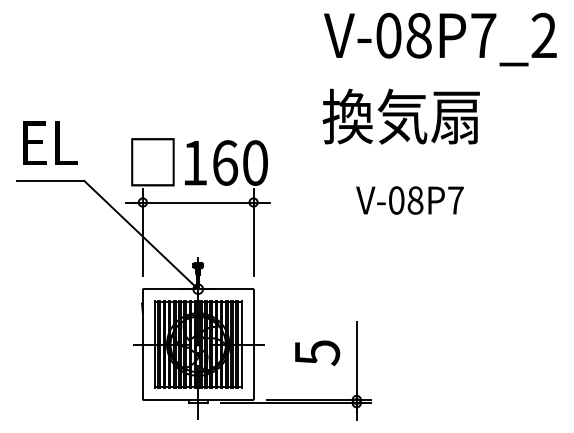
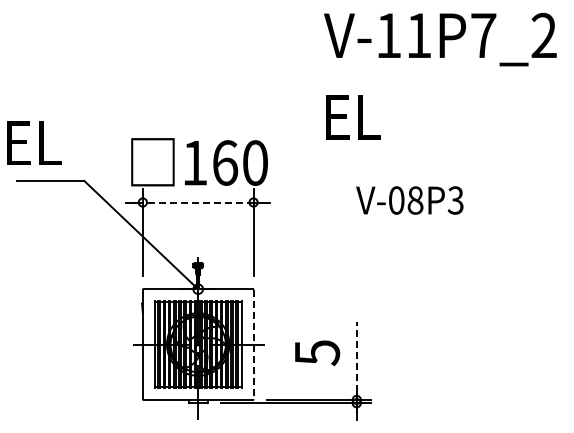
text at (403, 35): V-08P7_2 -> V-11P7_2
text at (400, 116): 換気扇 -> EL
text at (50, 142) position: (50, 142) -> (34, 142)
text at (455, 200): V-08P7 -> V-08P3
line at (197, 202): solid -> dashed
line at (253, 344): solid -> dashed
line at (356, 356): solid -> dashed
